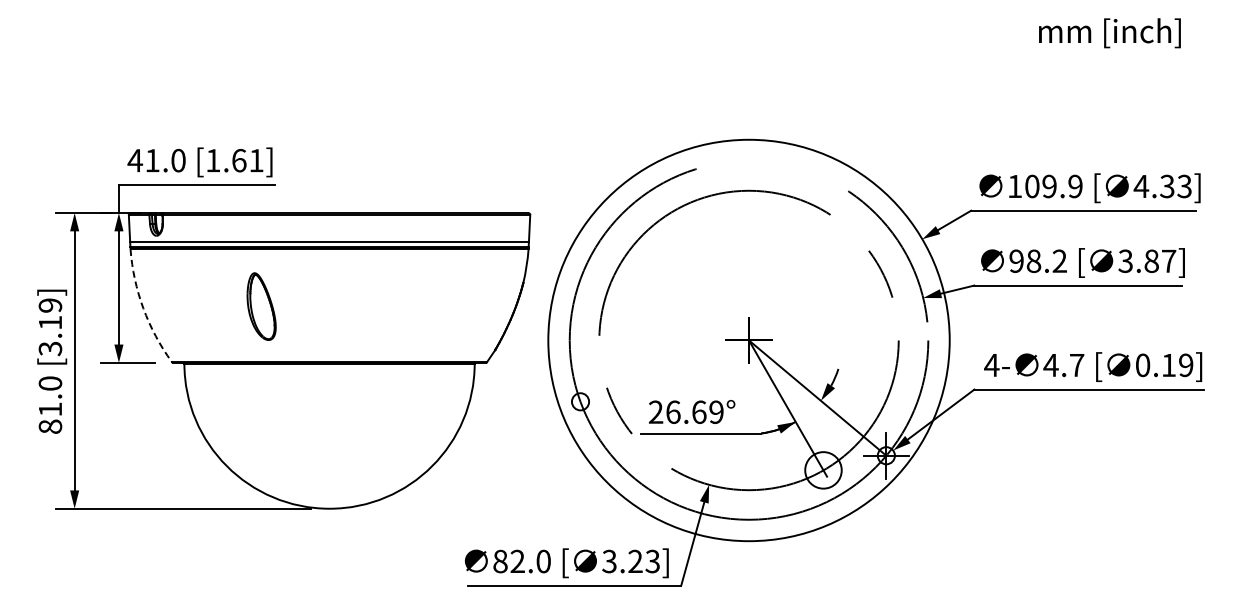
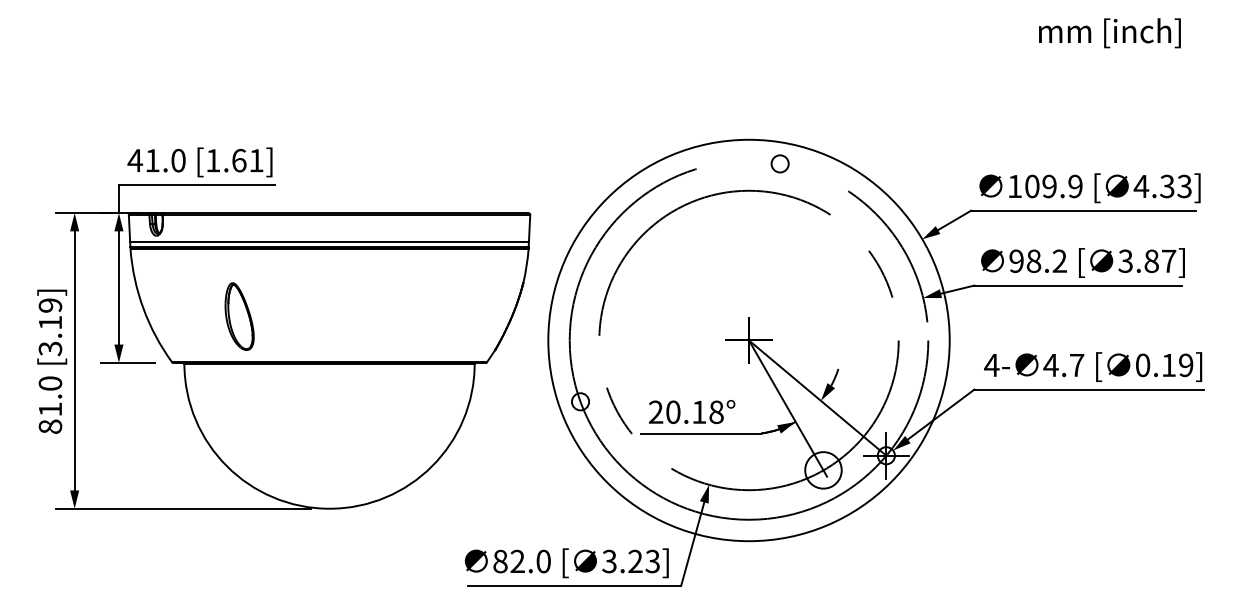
circle at (779, 163): none -> present
part at (261, 306) position: (261, 306) -> (239, 316)
arc at (143, 308): dashed -> solid
text at (694, 411): 26.69° -> 20.18°
